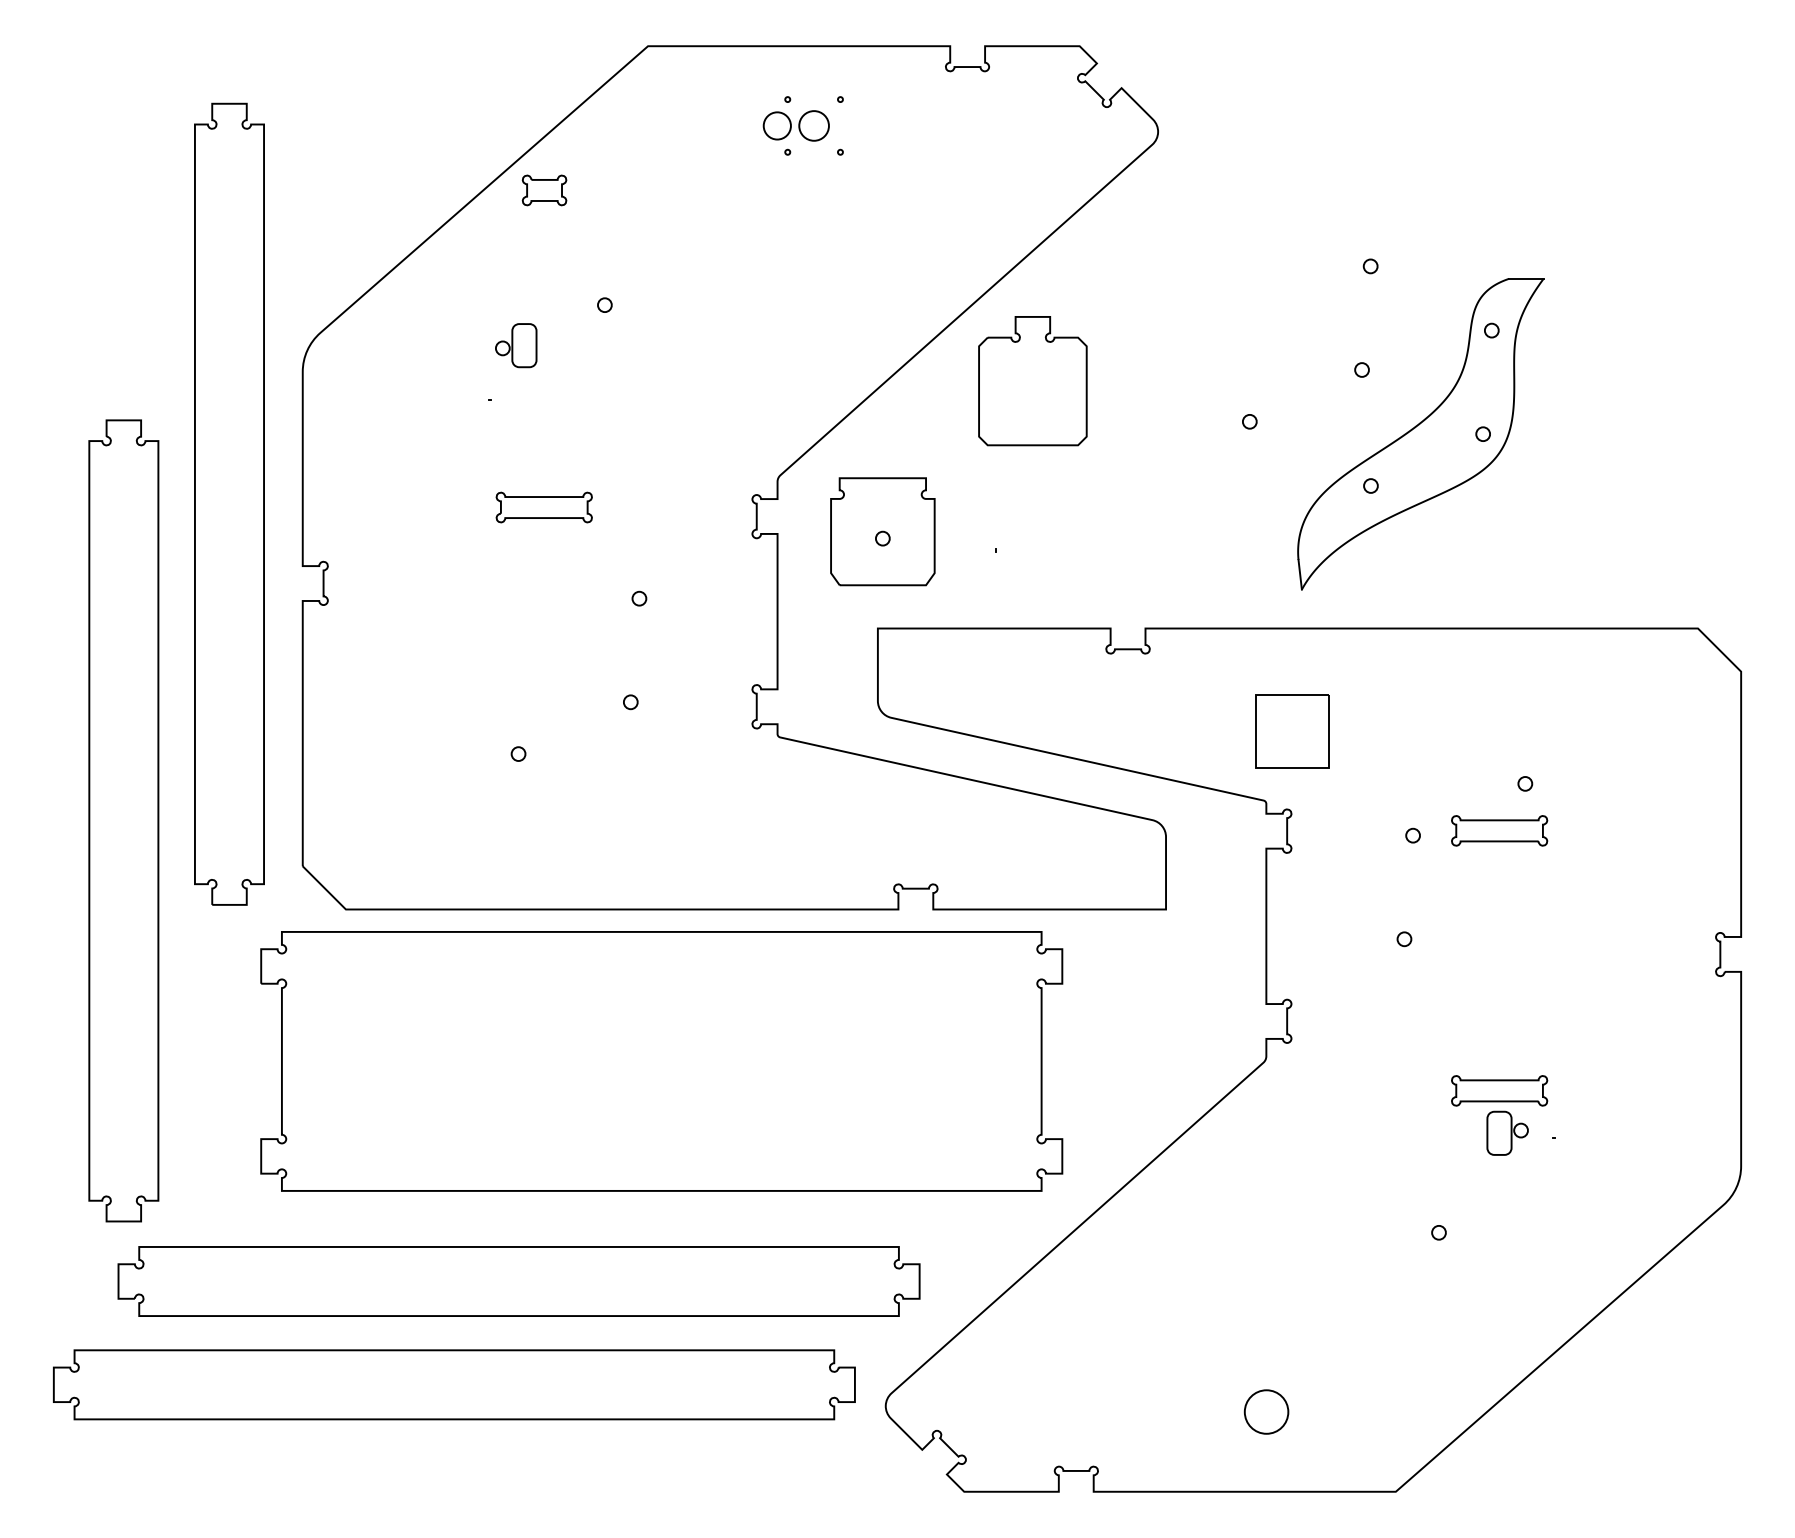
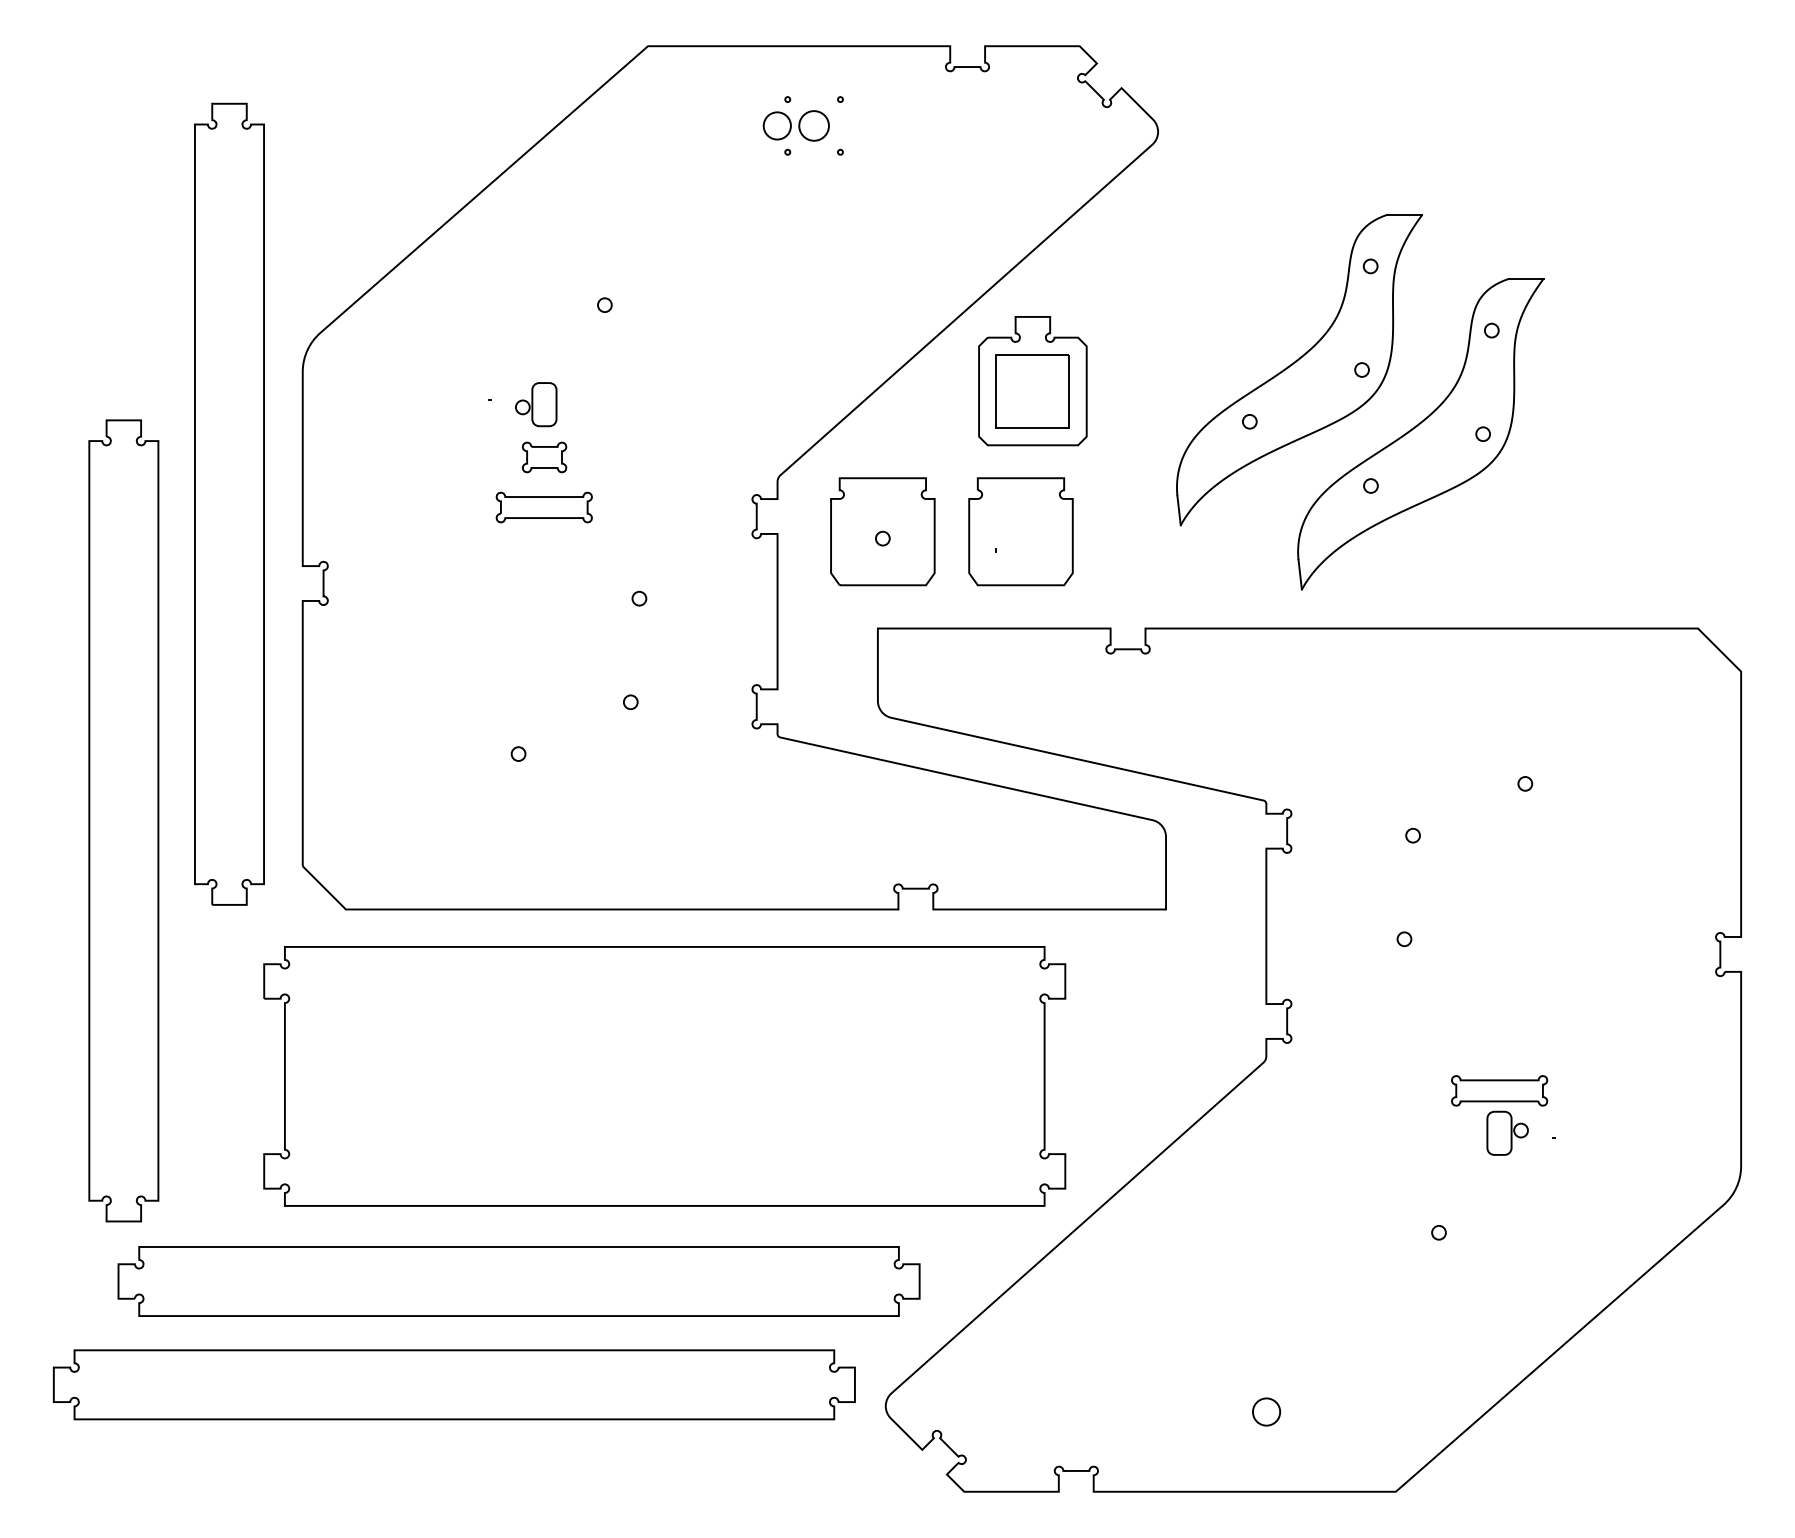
part at (544, 190) position: (544, 190) -> (544, 457)
part at (516, 345) position: (516, 345) -> (536, 404)
part at (1299, 369): none -> present
part at (1020, 531): none -> present
part at (1292, 731) position: (1292, 731) -> (1032, 391)
part at (1499, 830): present -> none
part at (661, 1061) position: (661, 1061) -> (664, 1076)
circle at (1266, 1411) diameter: 44 px -> 27 px
